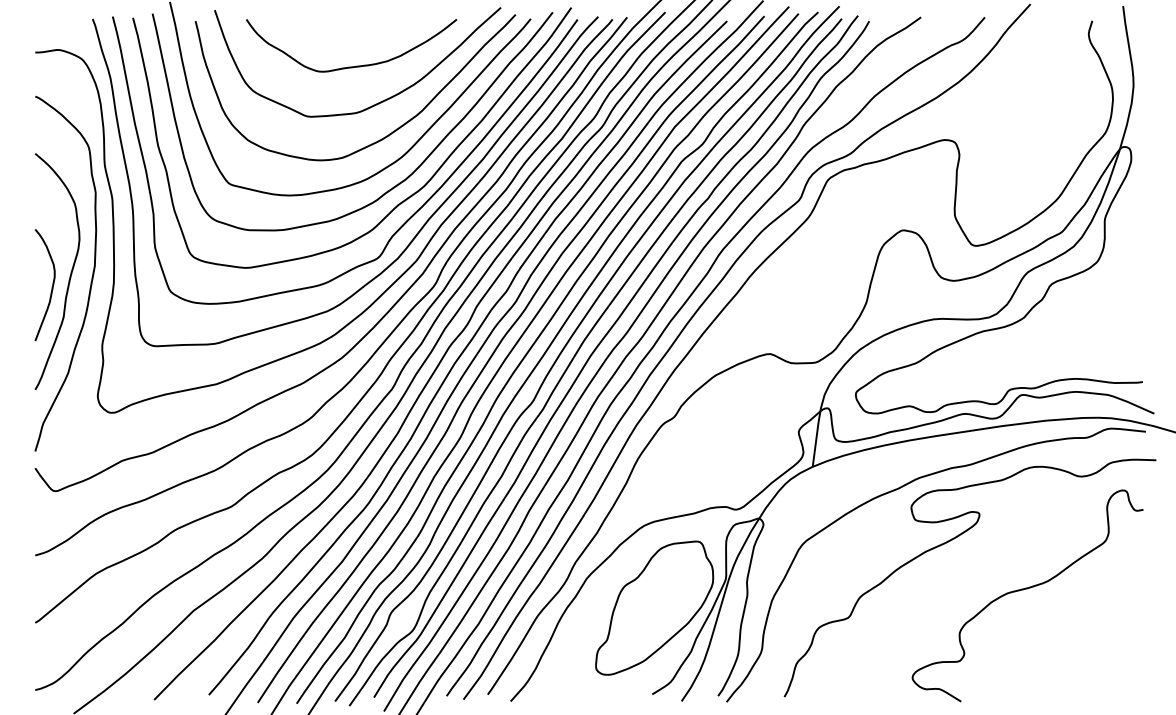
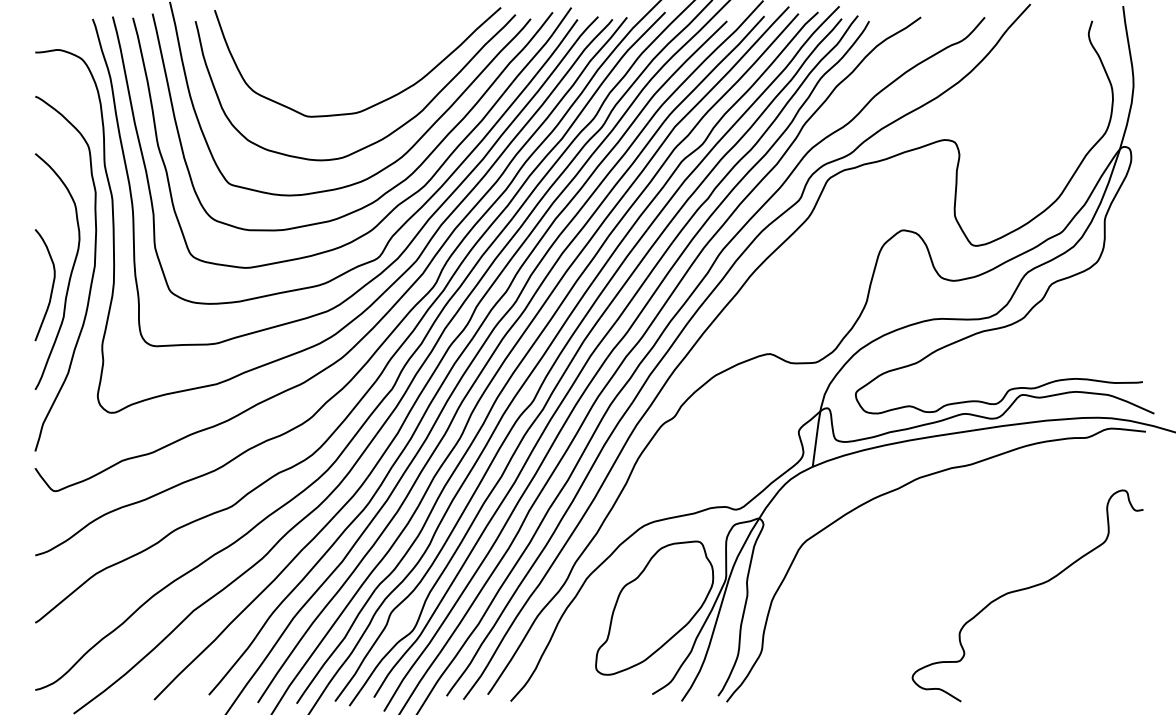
curve at (356, 65): present -> none
curve at (950, 541): present -> none
